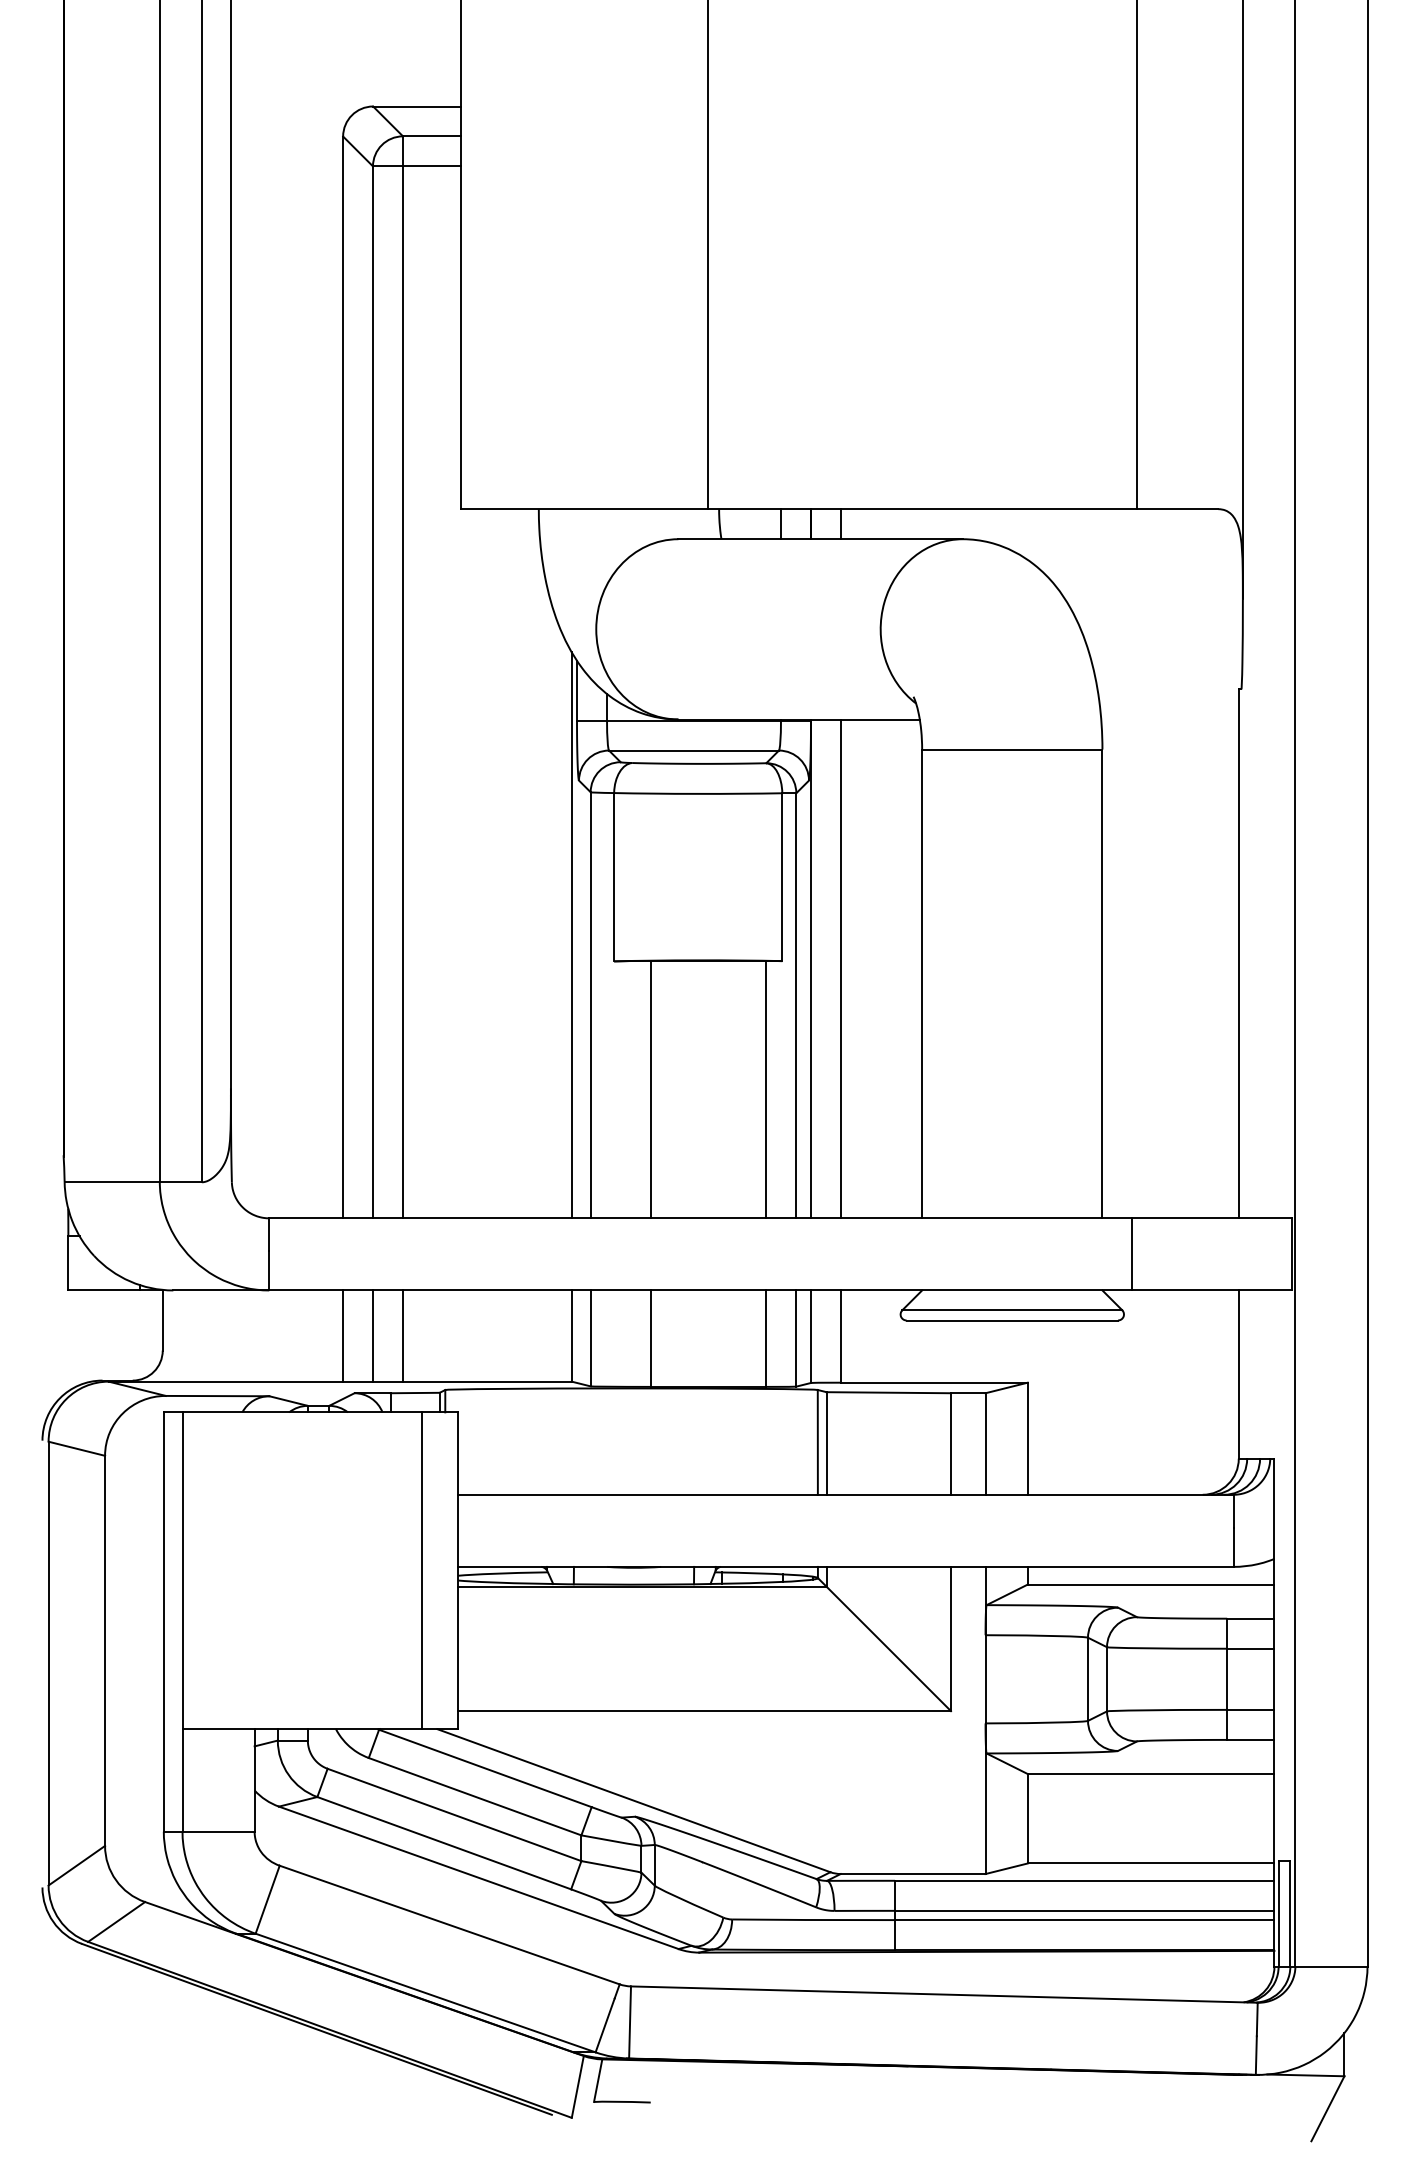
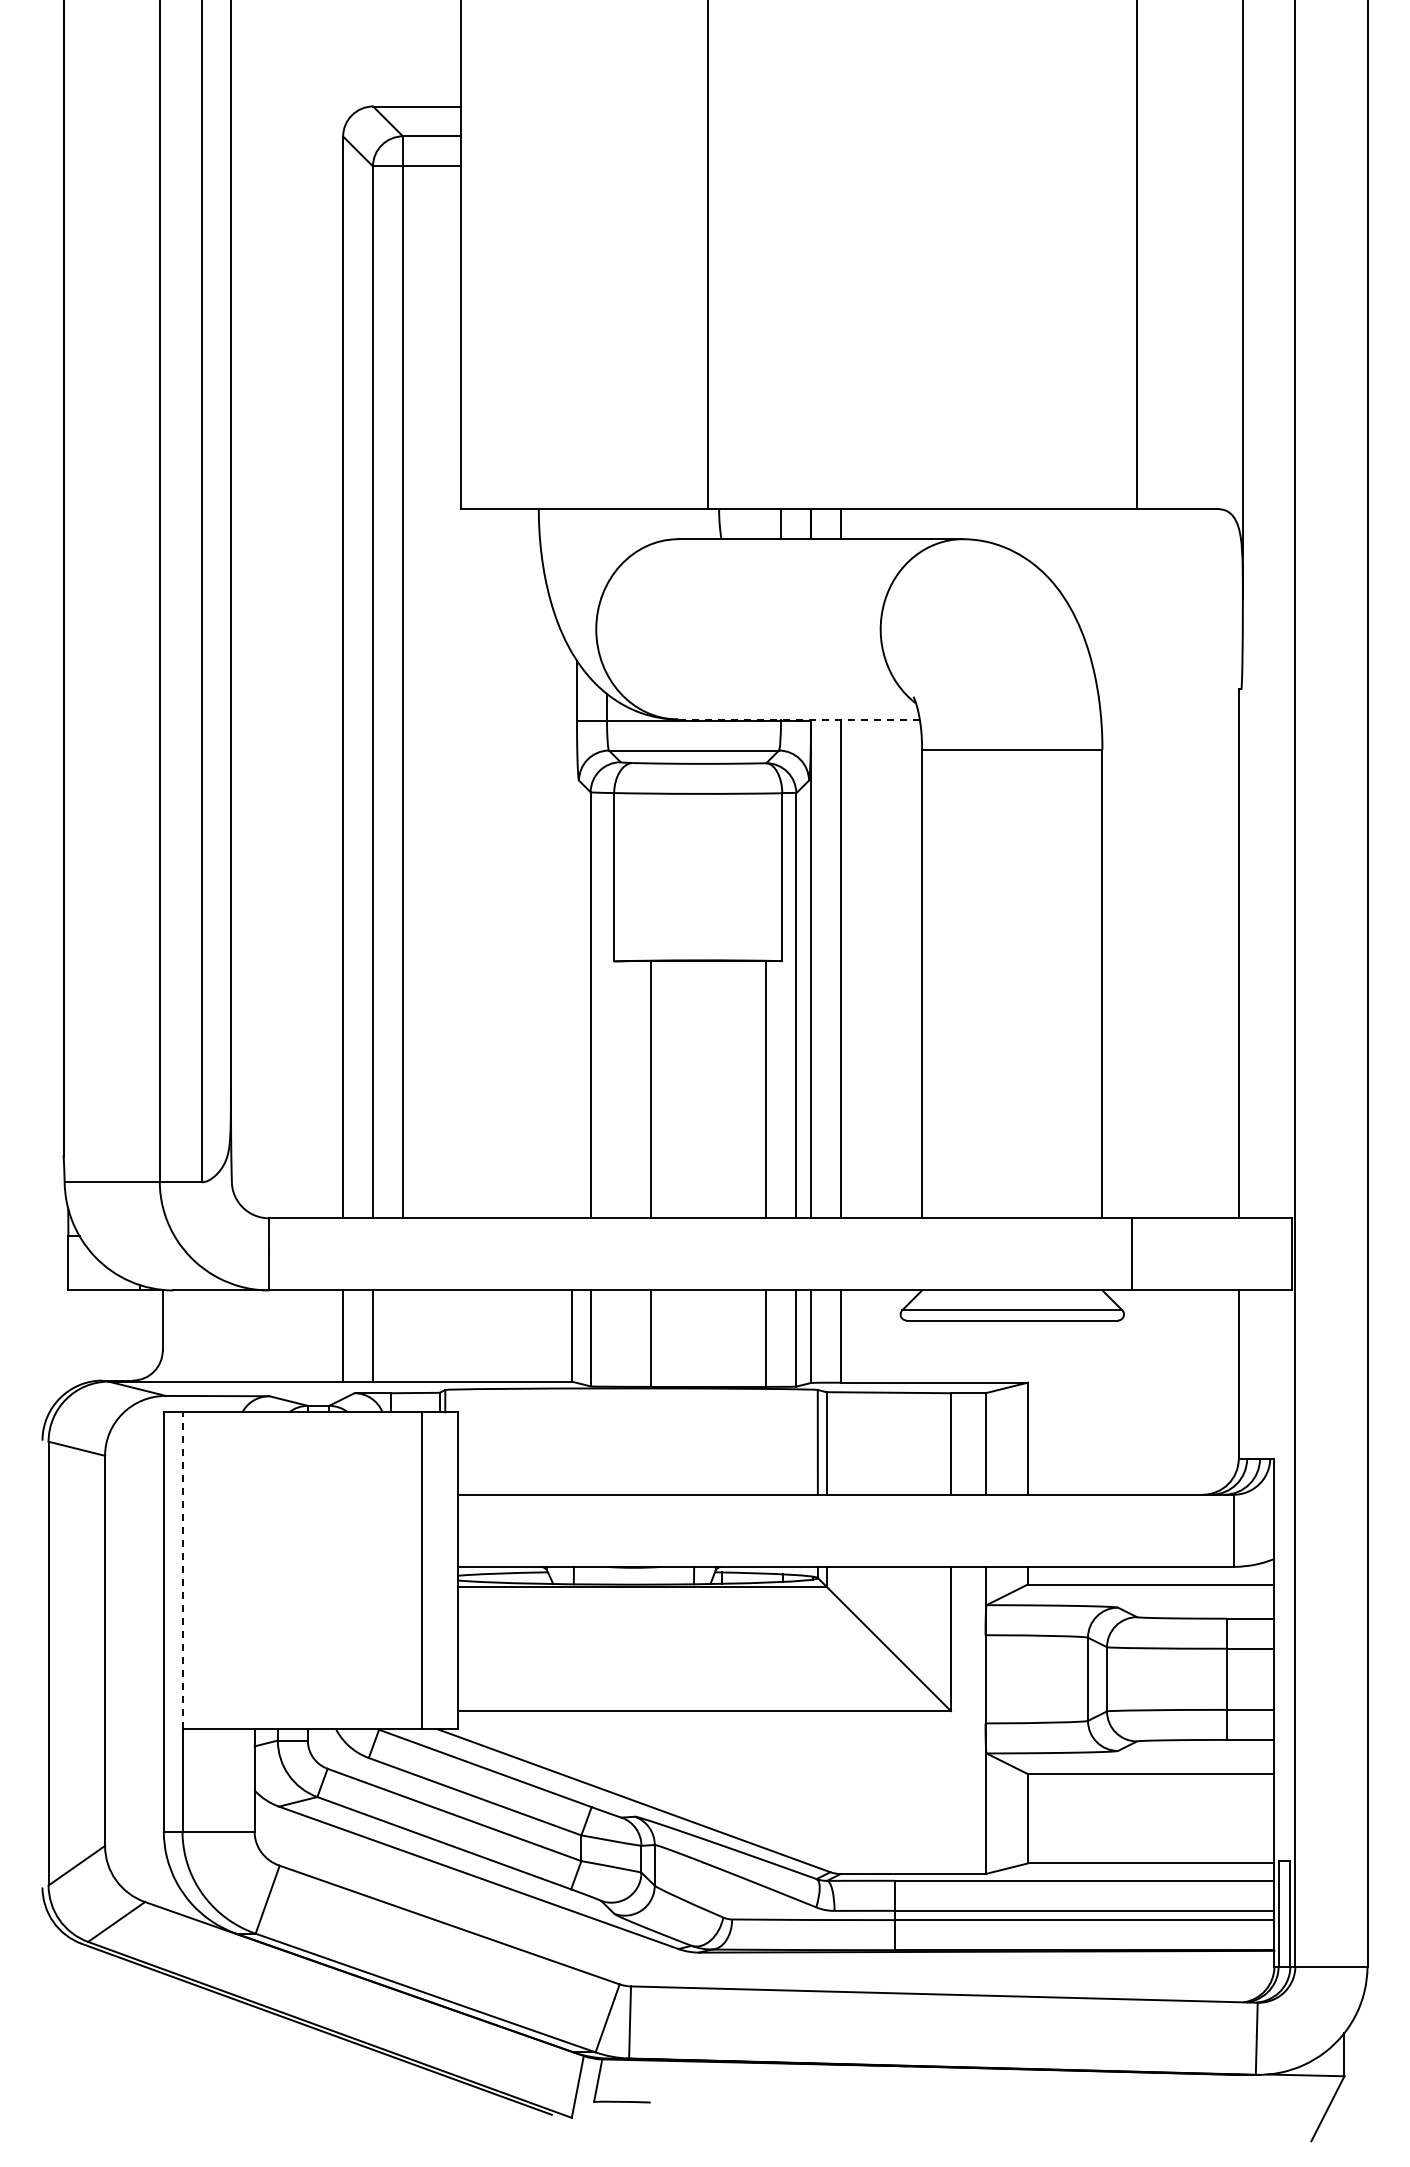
line at (799, 719): solid -> dashed
line at (571, 935): present -> none
line at (403, 1335): present -> none
line at (183, 1570): solid -> dashed
